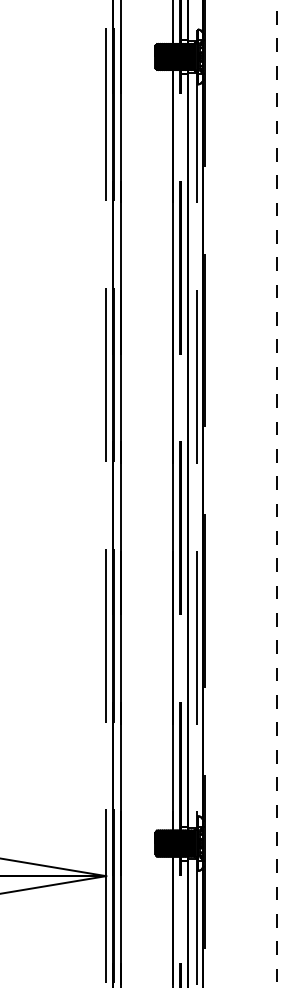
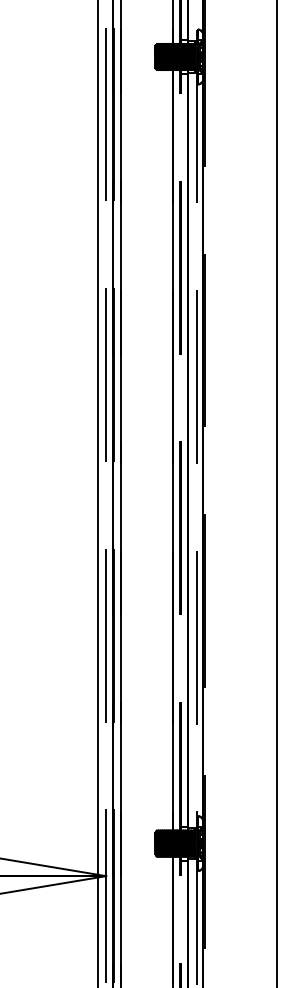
line at (98, 493): none -> present
line at (277, 493): dashed -> solid
